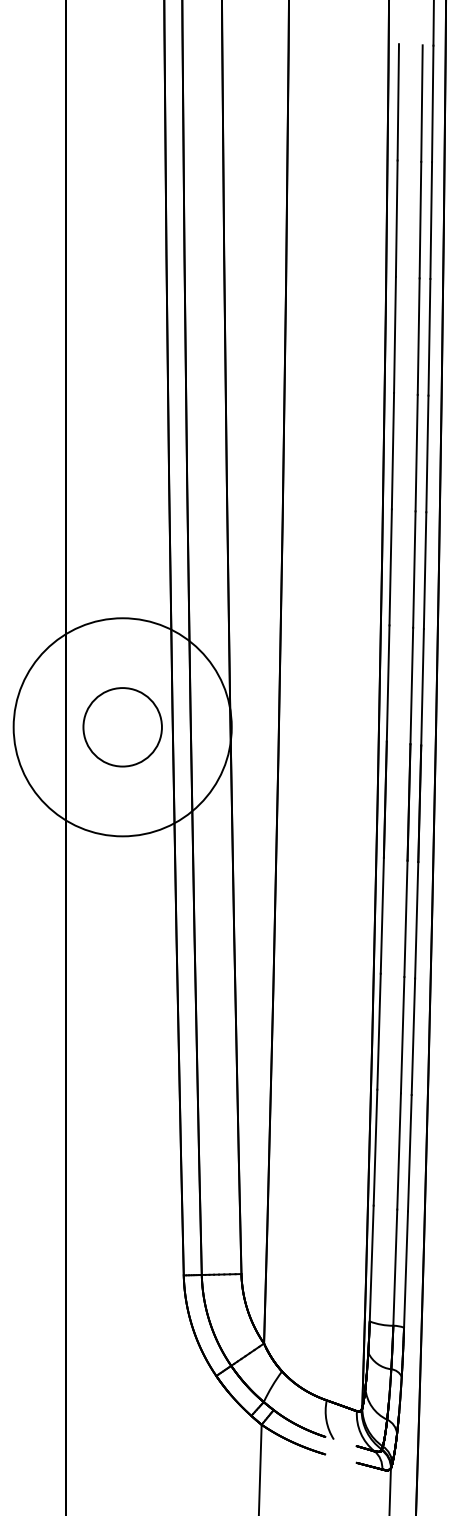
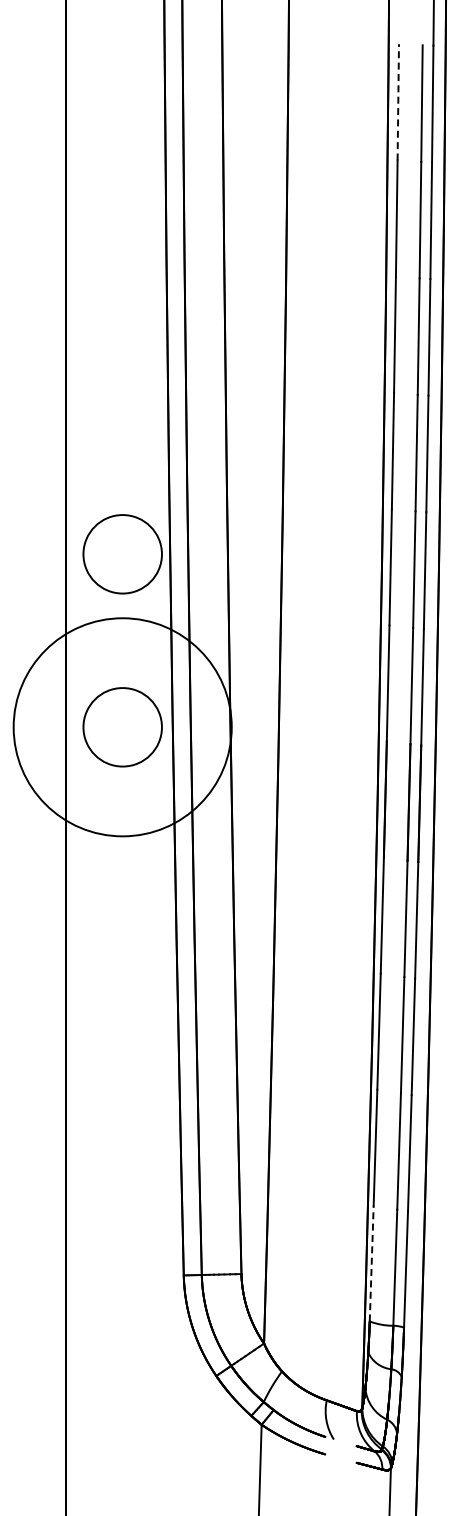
line at (398, 101): solid -> dashed
circle at (122, 554): none -> present
line at (371, 1263): solid -> dashed
